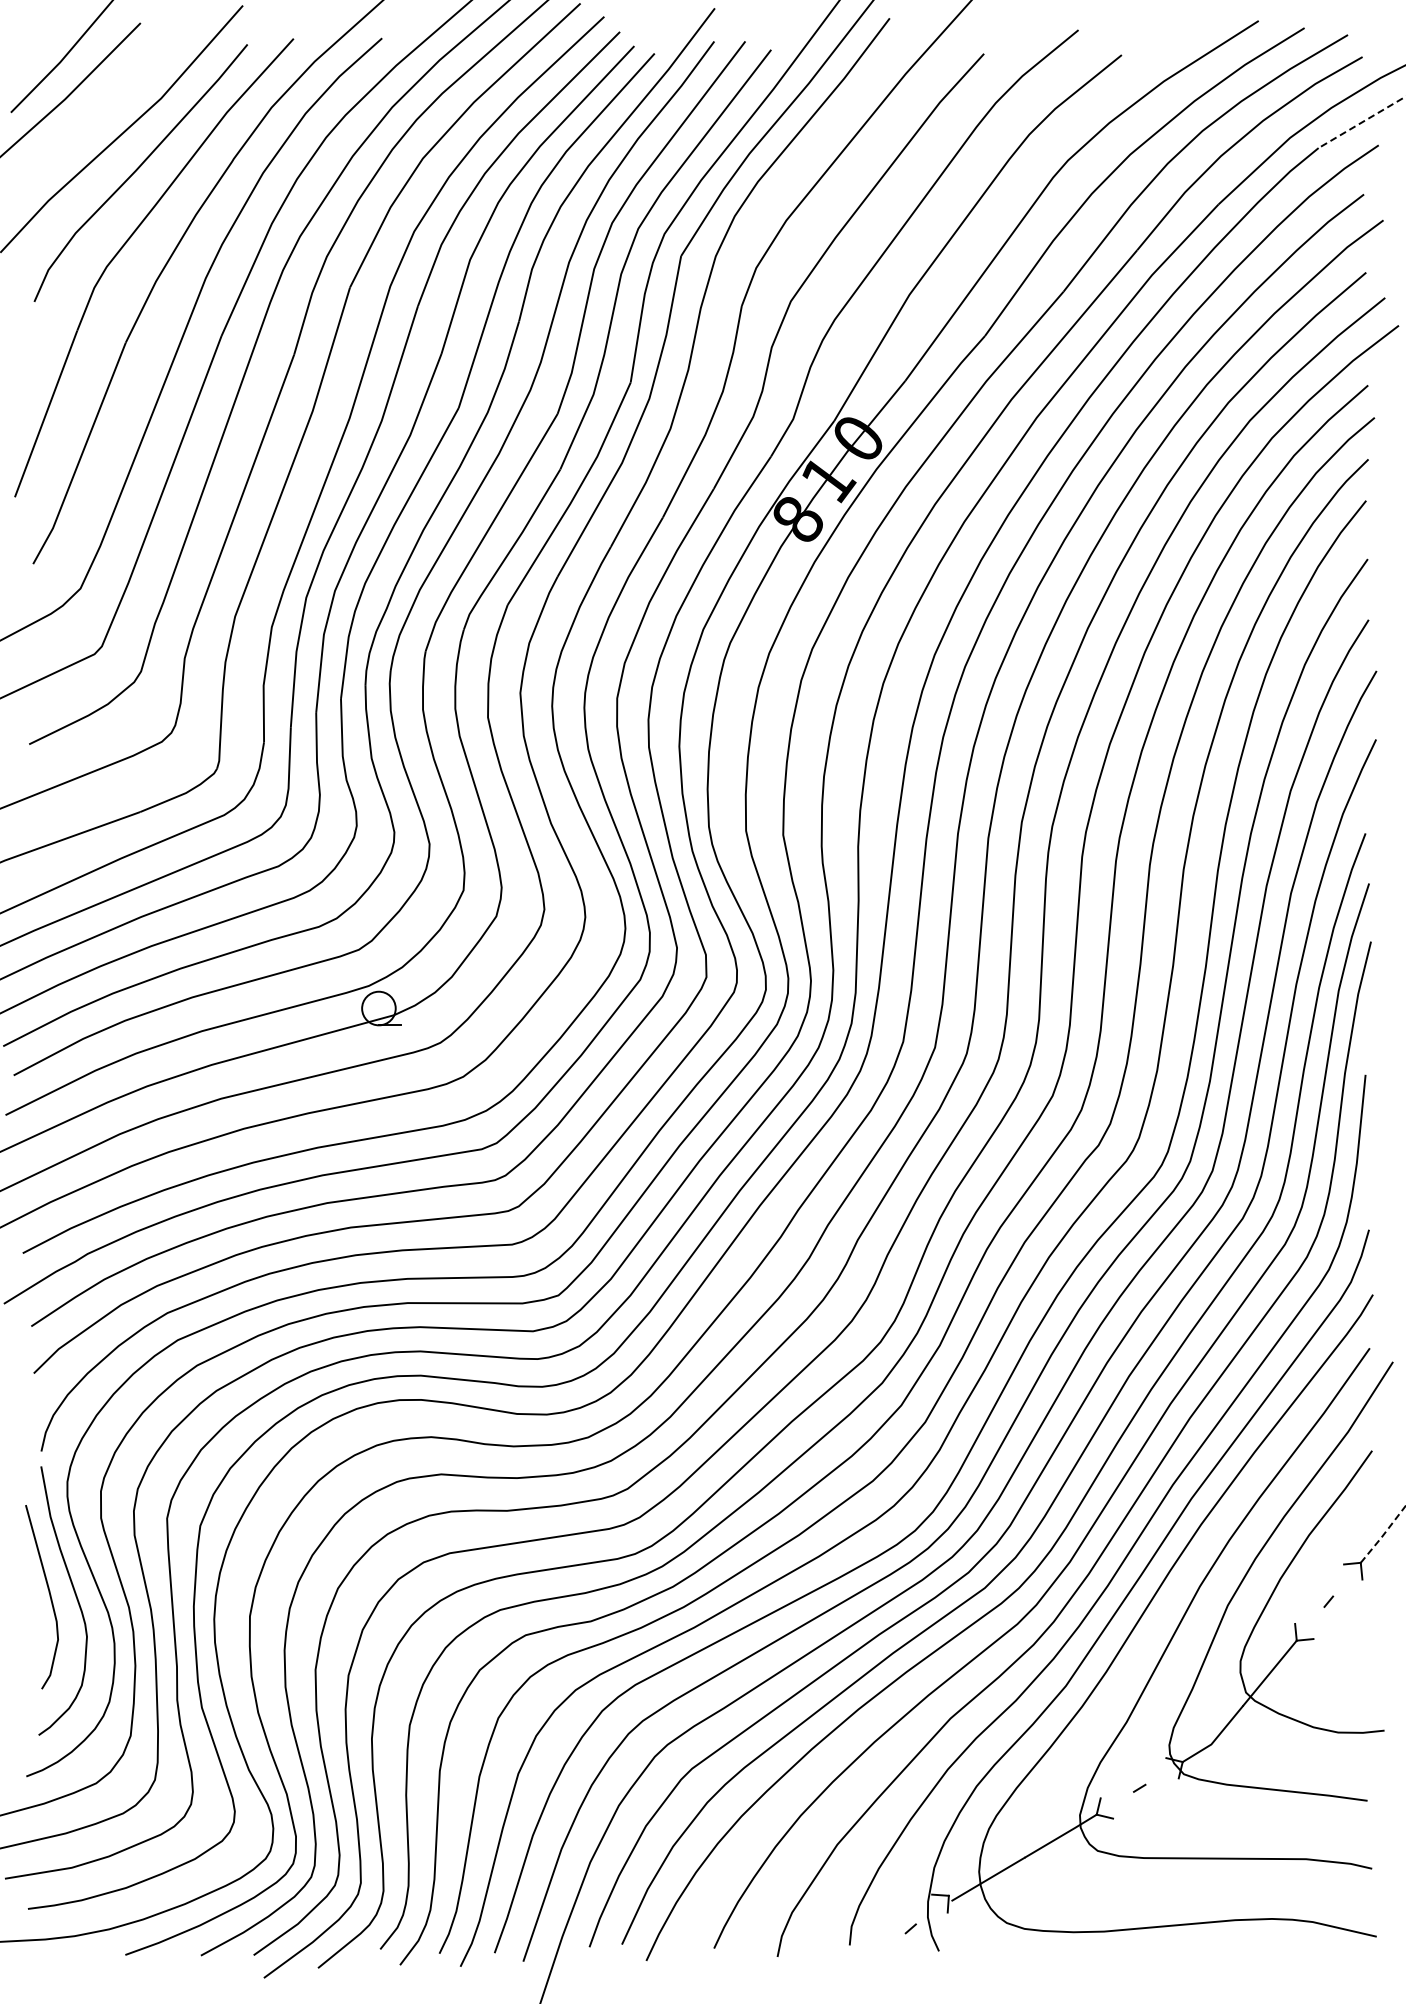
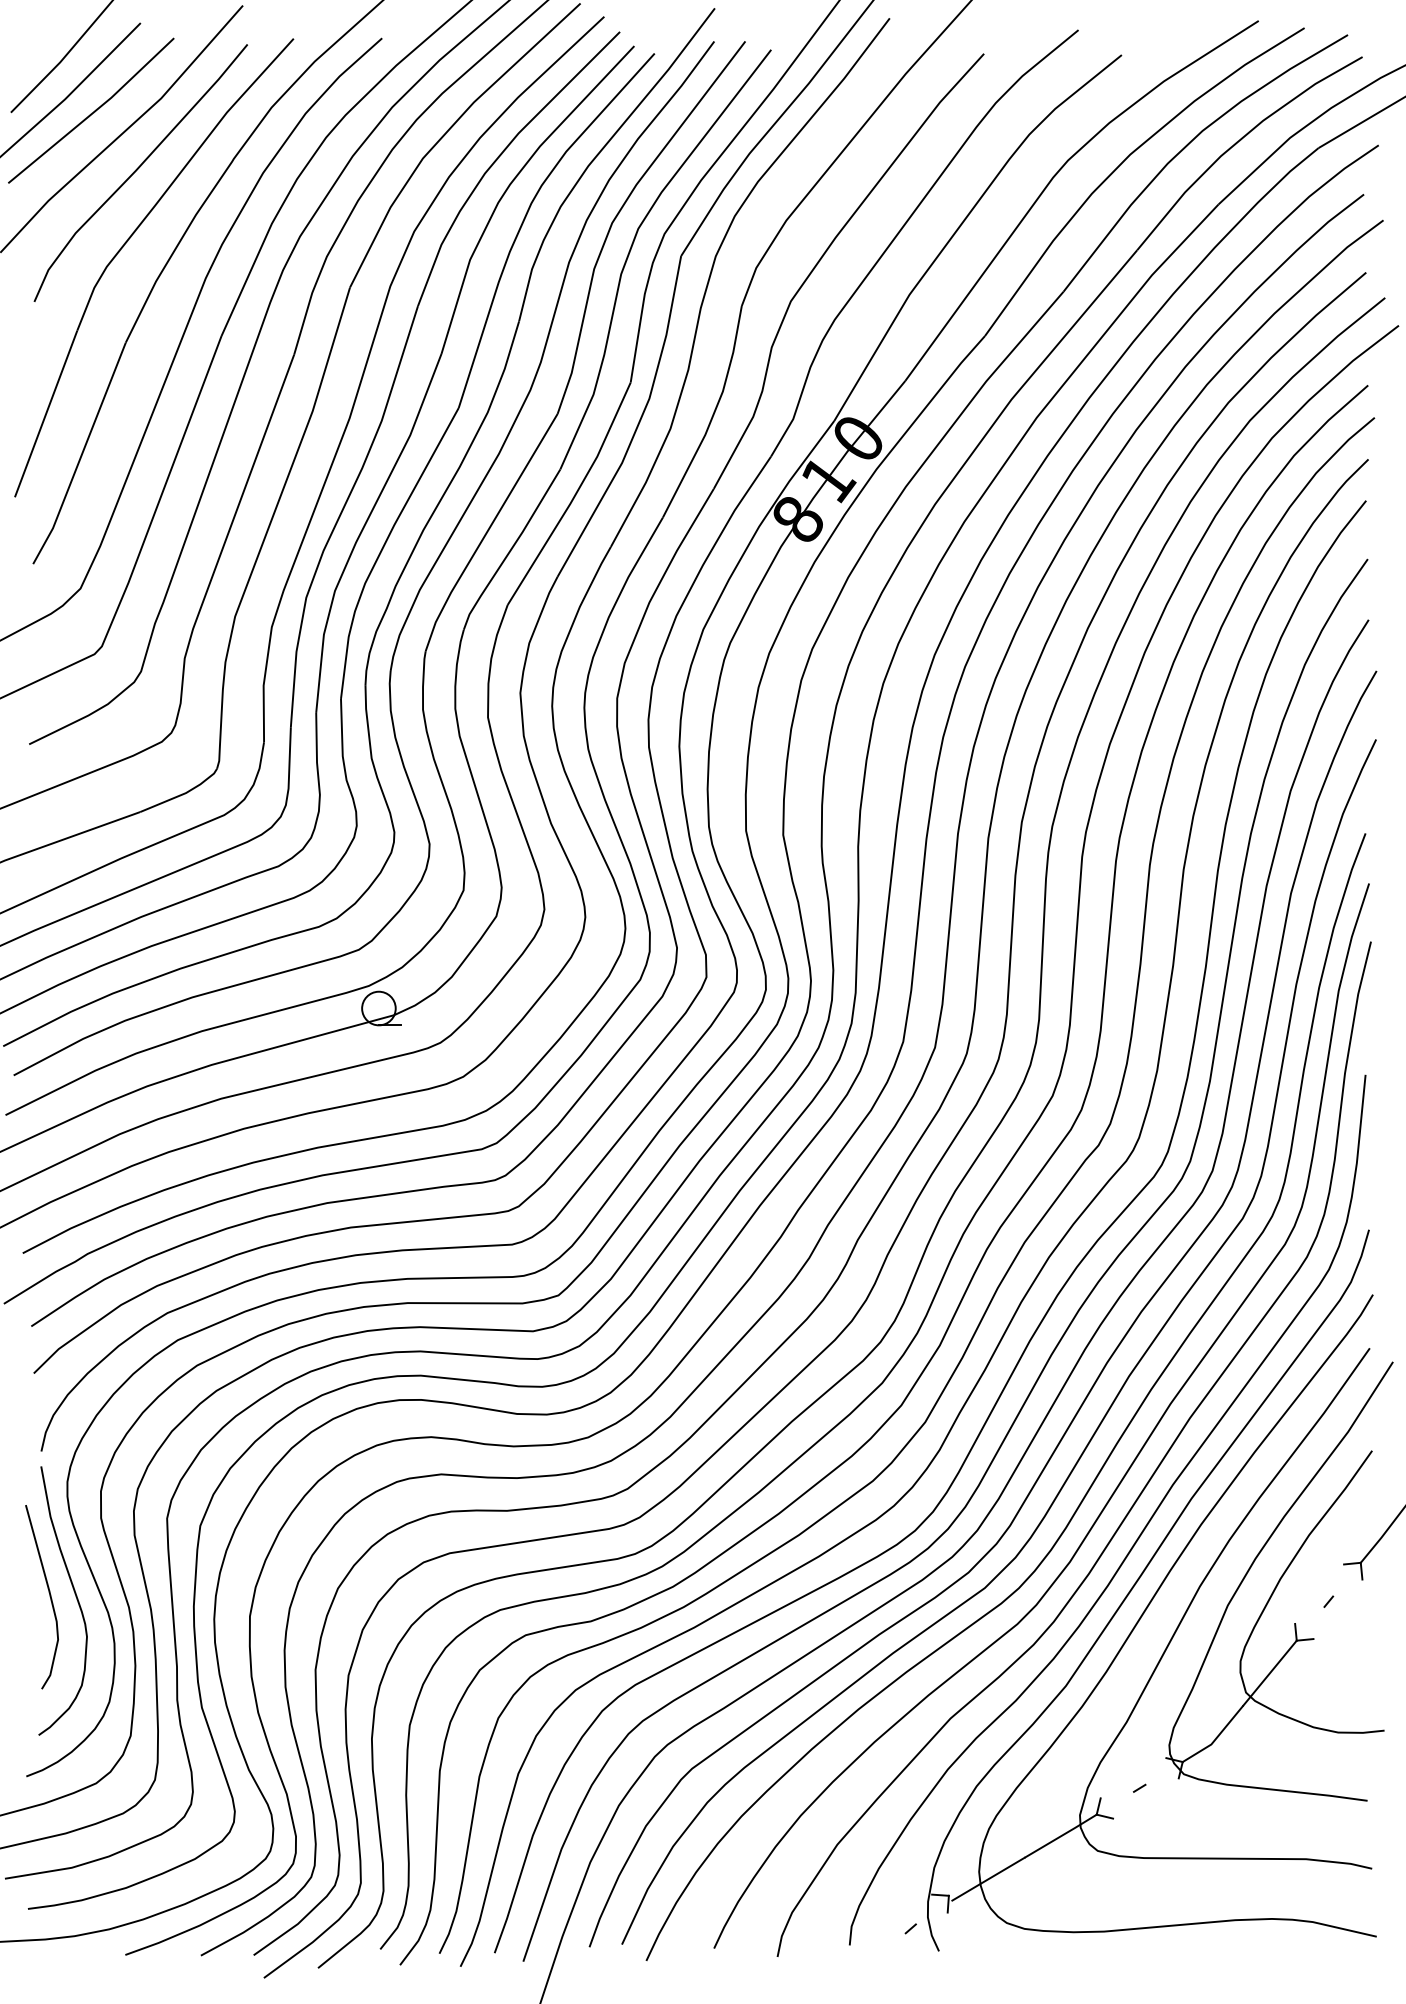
line at (93, 111): none -> present
line at (1362, 122): dashed -> solid
line at (1383, 1535): dashed -> solid
